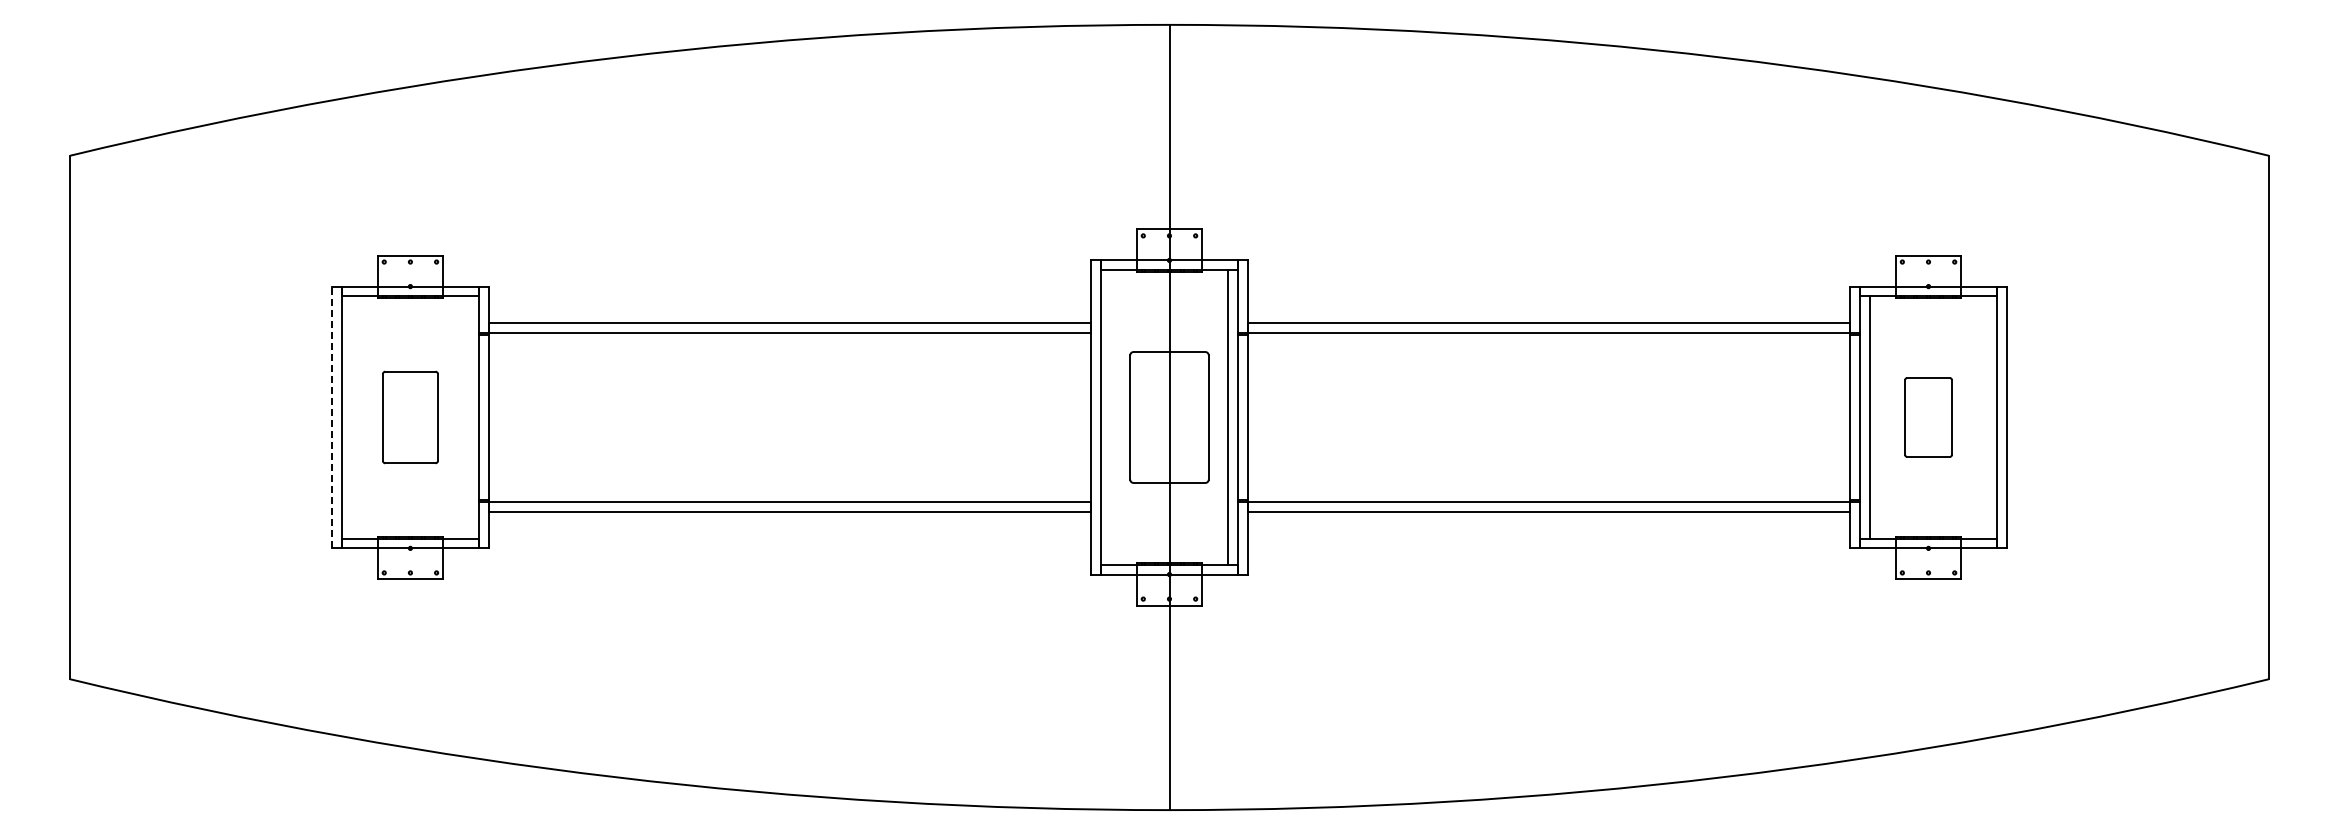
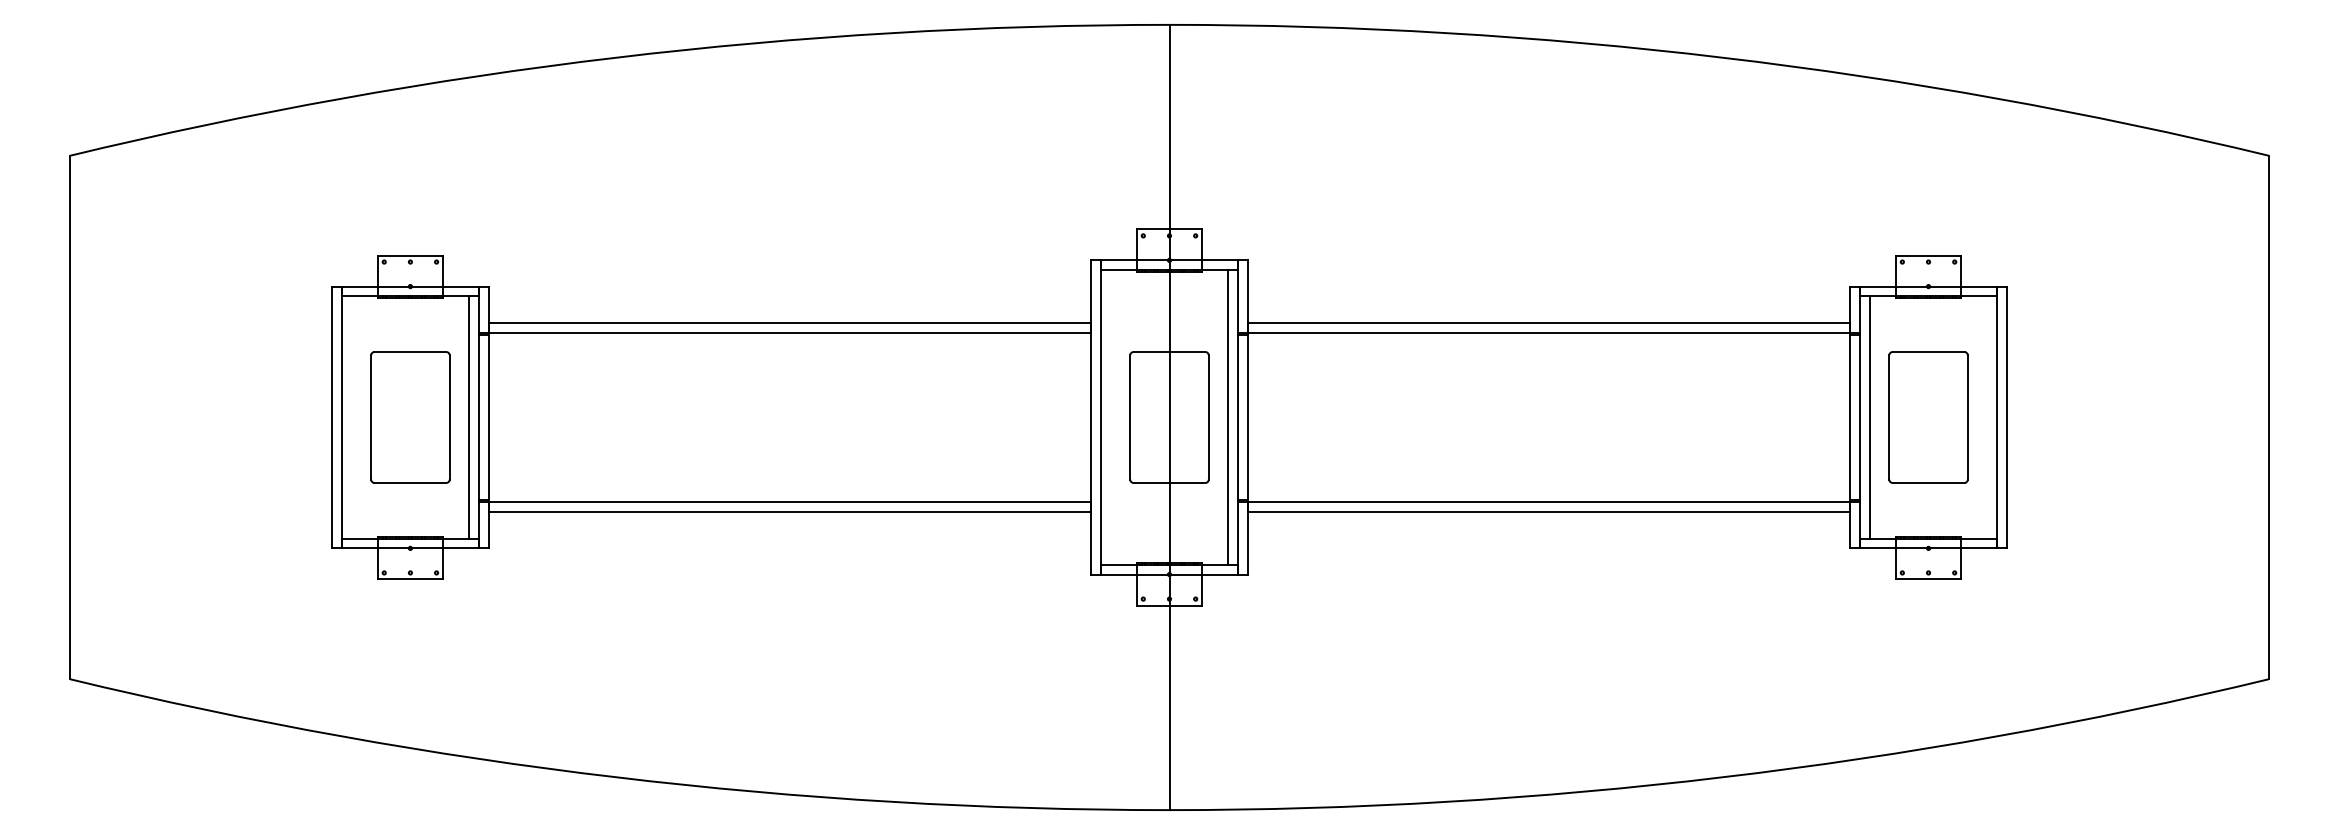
line at (331, 417): dashed -> solid
part at (410, 417) size: 57x95 px -> 81x133 px
line at (469, 417): none -> present
part at (1928, 417) size: 49x81 px -> 81x133 px
